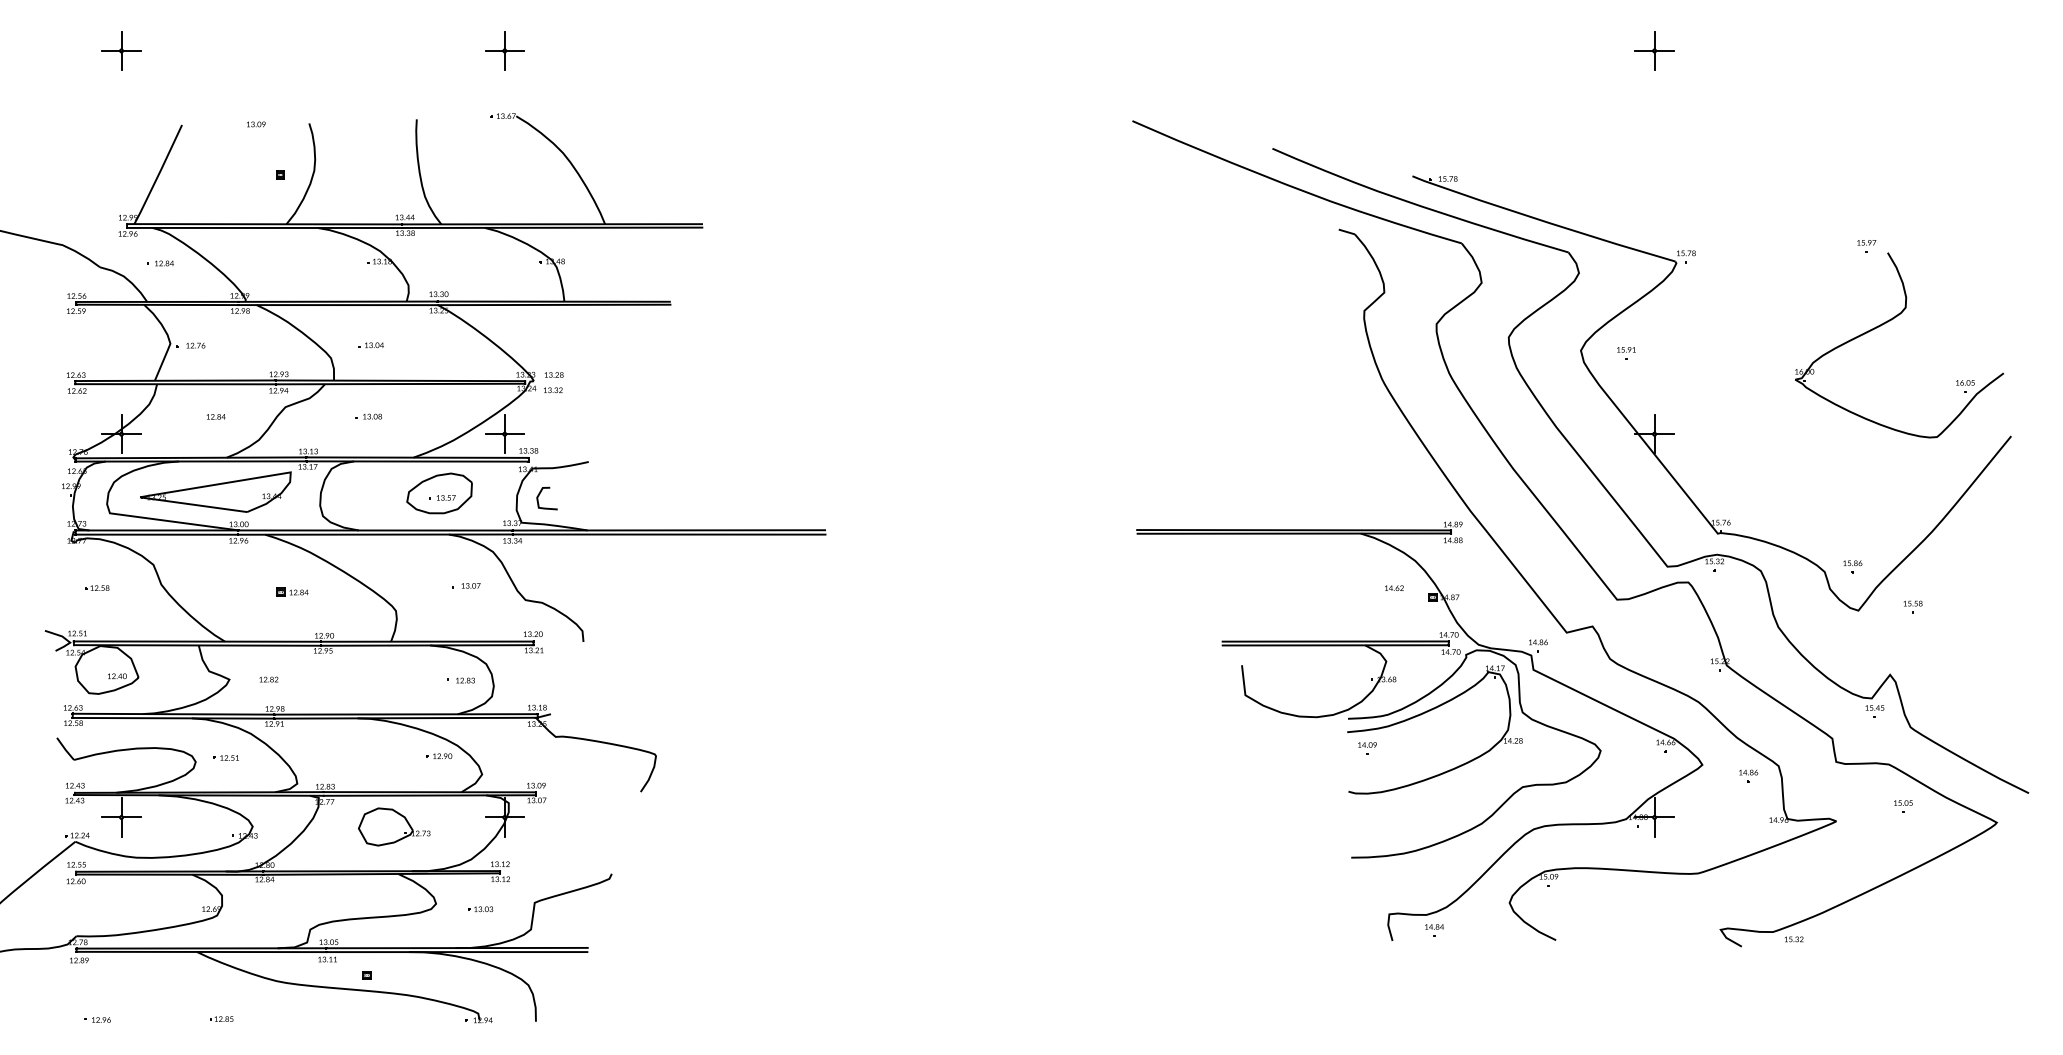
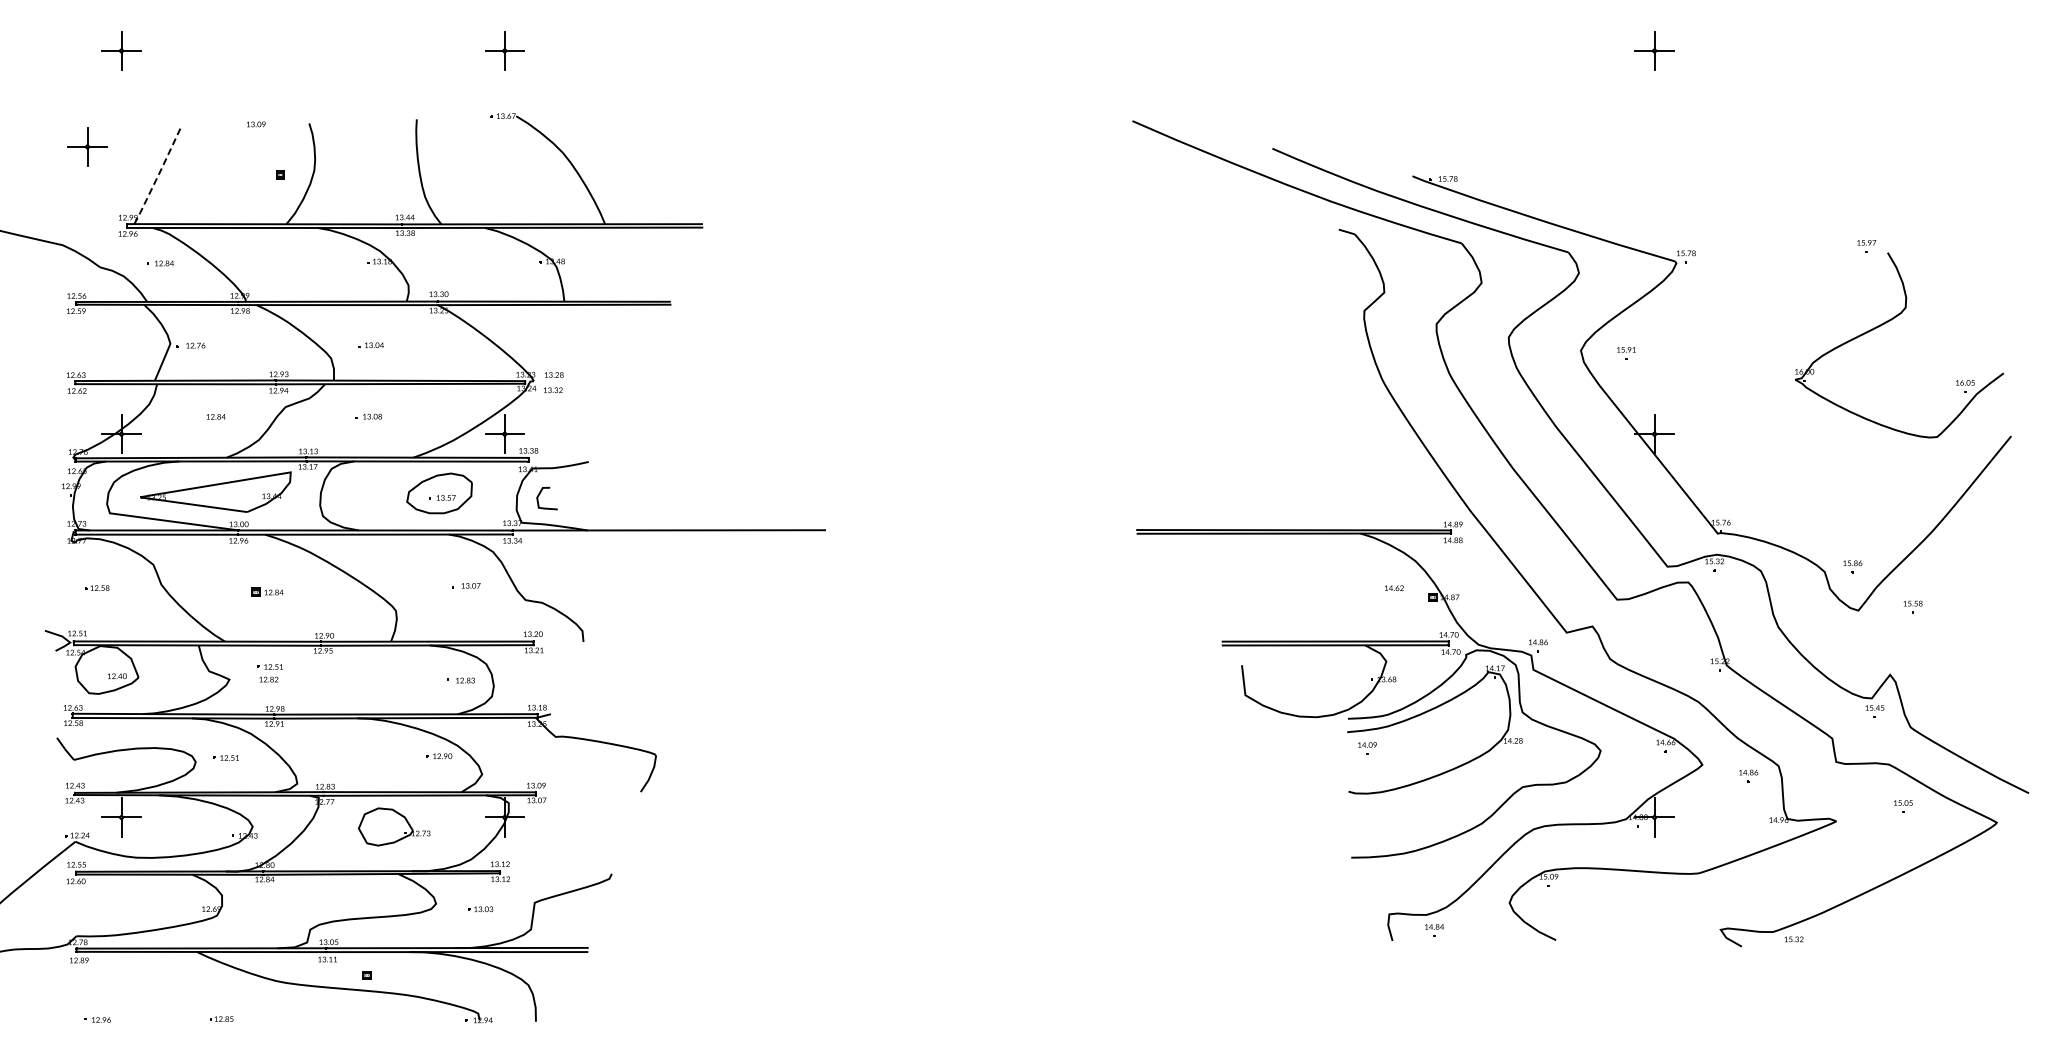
part at (87, 146): none -> present
line at (158, 174): solid -> dashed
line at (668, 534): present -> none
part at (292, 591) position: (292, 591) -> (267, 591)
part at (269, 666): none -> present
